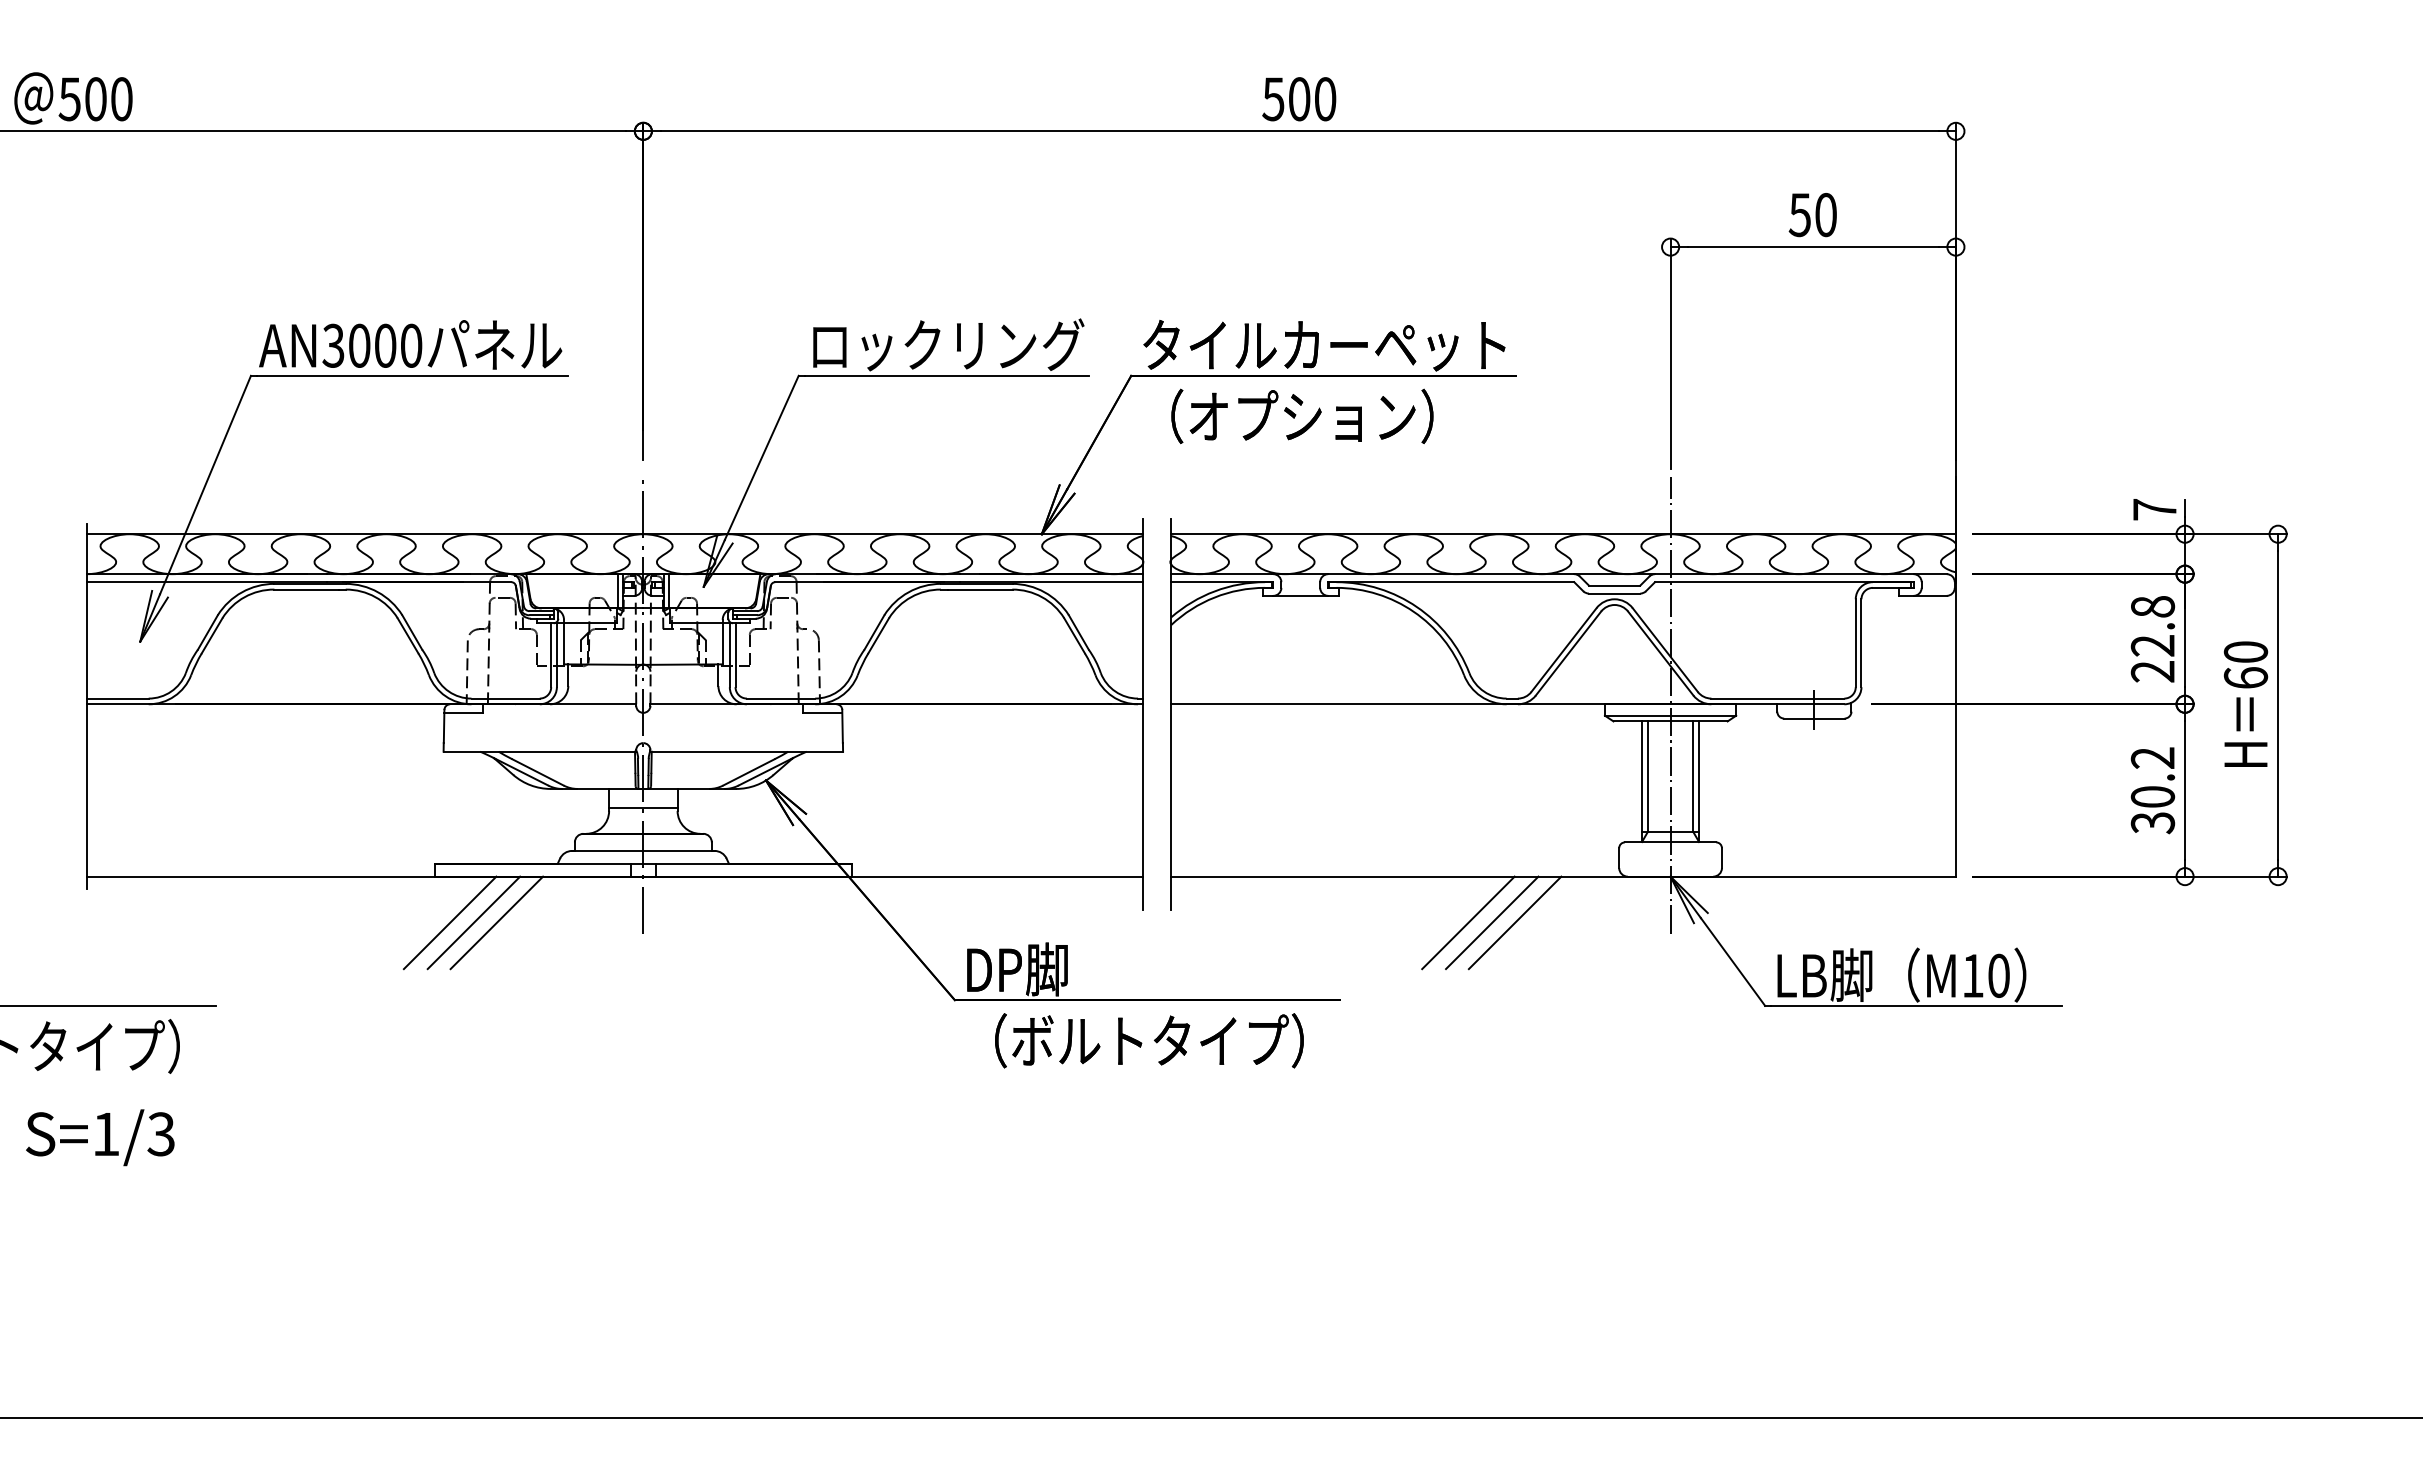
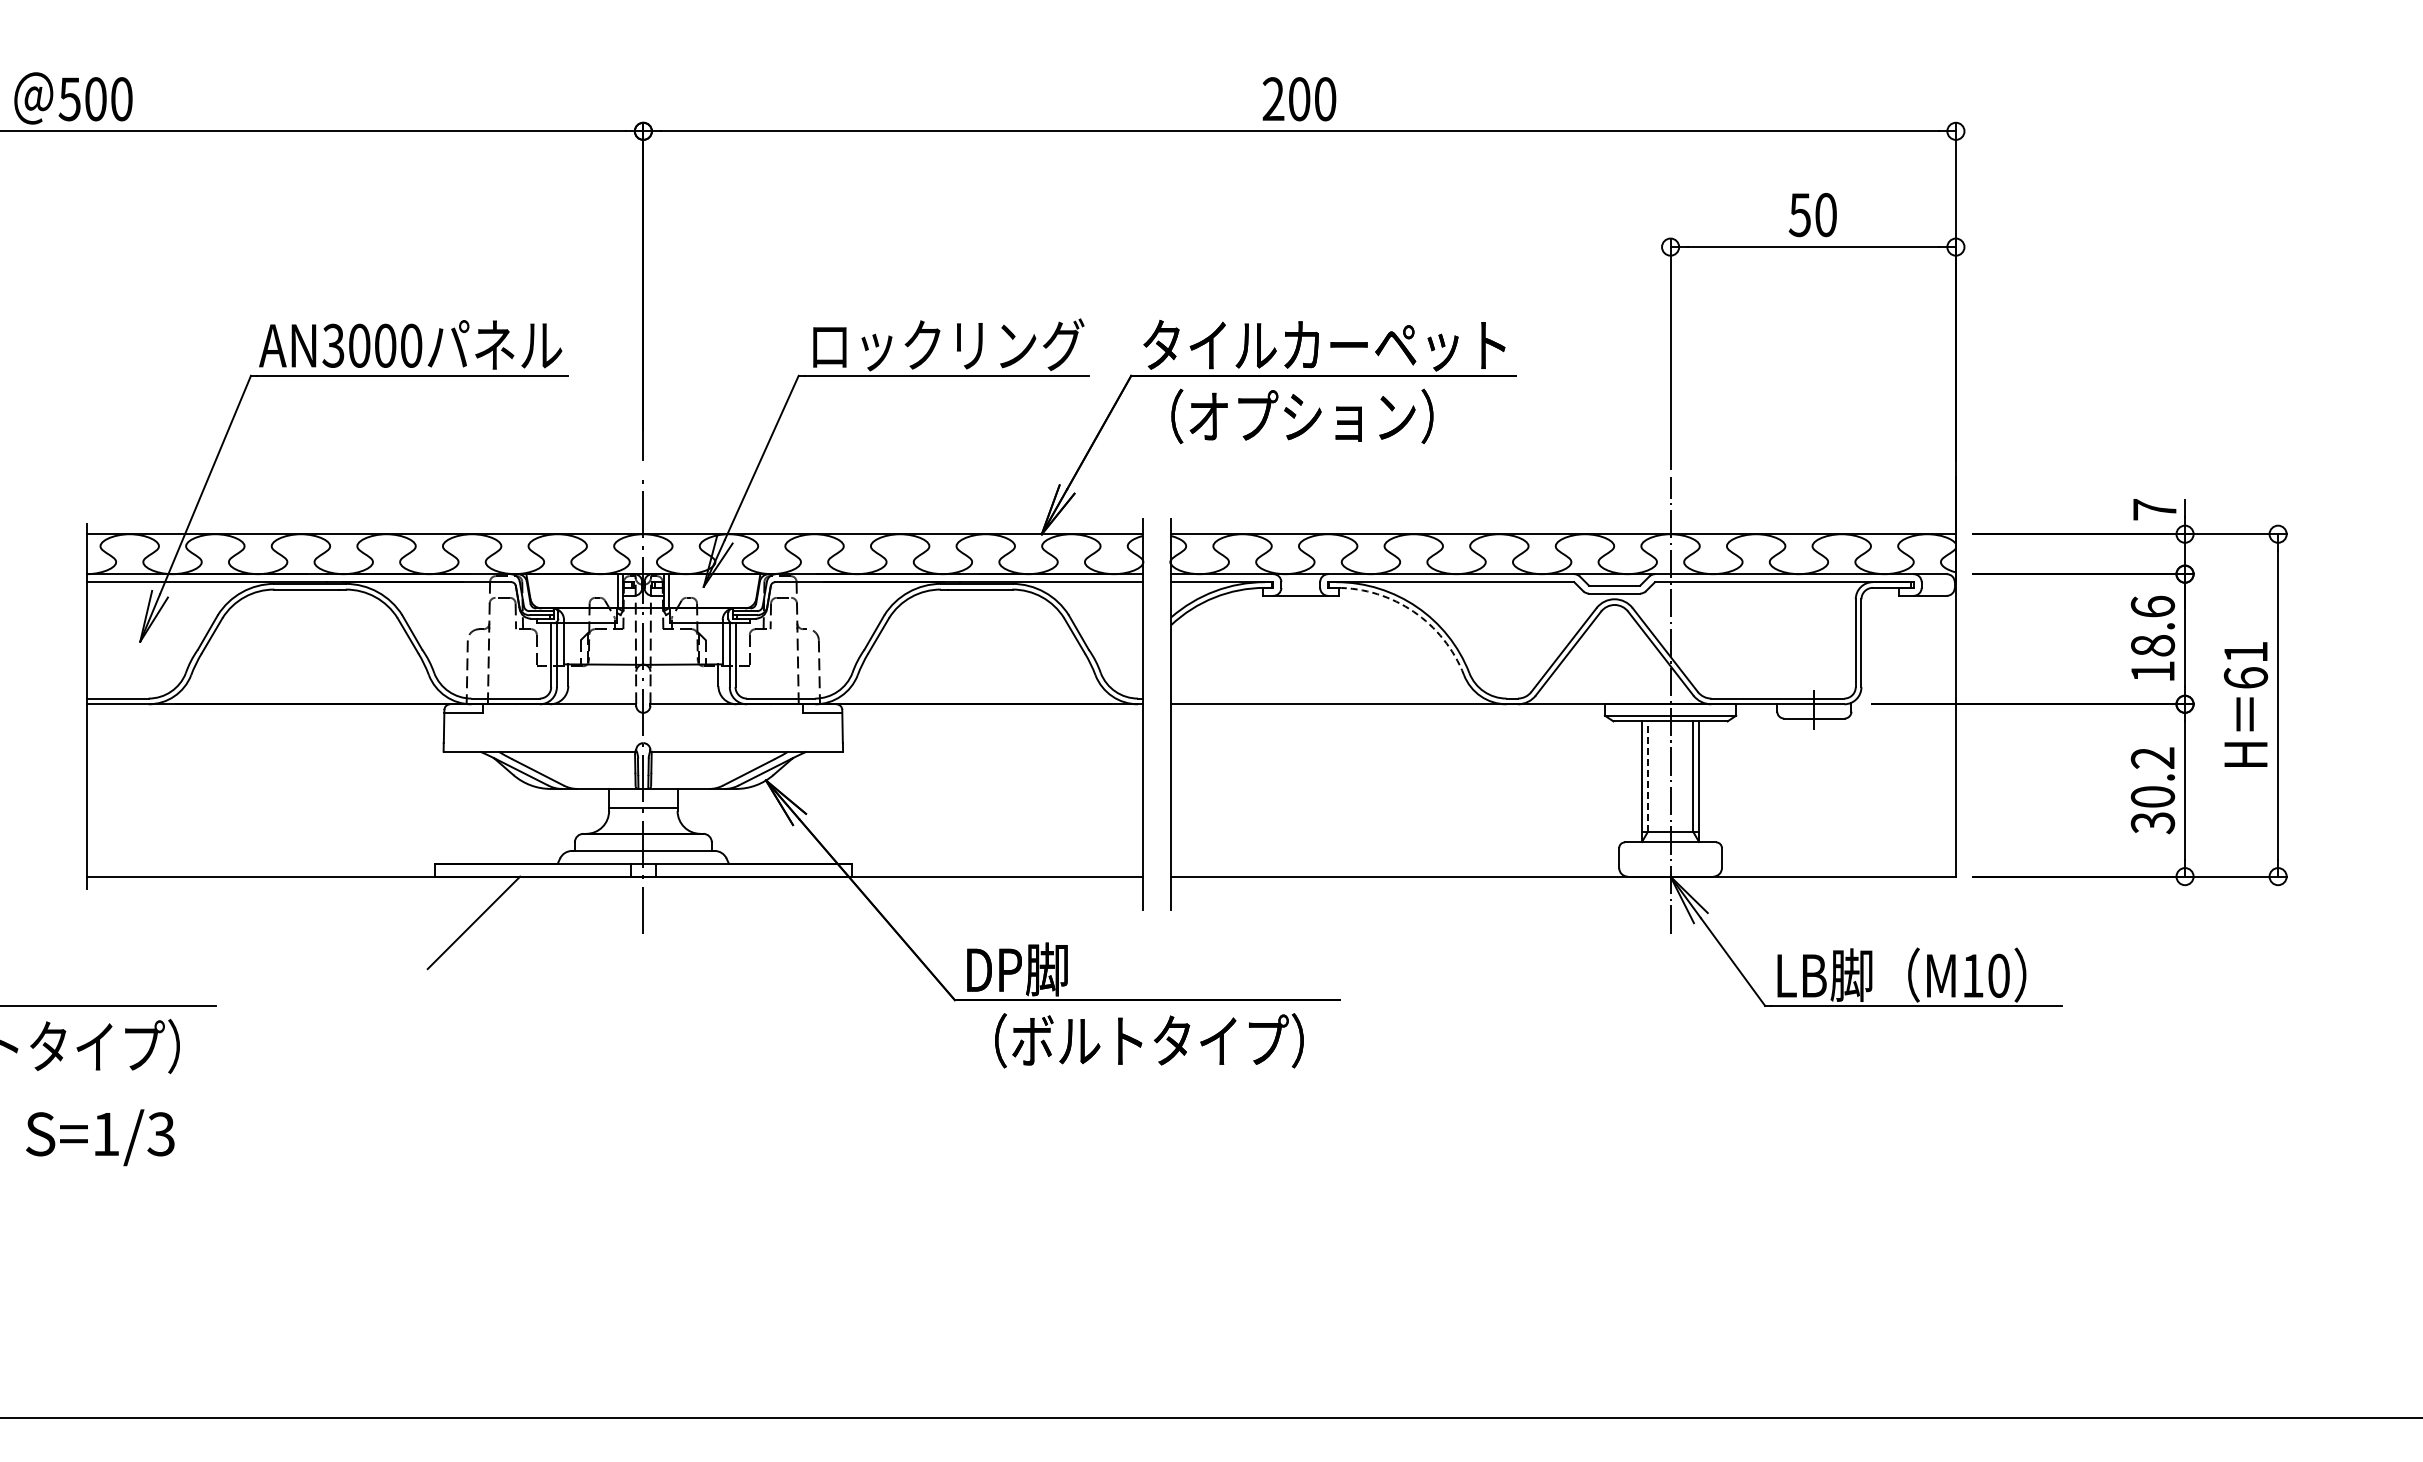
text at (1273, 99): 500 -> 200
arc at (1413, 611): solid -> dashed
text at (2152, 638): 22.8 -> 18.6
text at (2245, 651): 60 -> 61
line at (1647, 776): solid -> dashed
line at (449, 922): present -> none
line at (496, 922): present -> none
line at (1468, 922): present -> none
line at (1492, 922): present -> none
line at (1514, 922): present -> none
